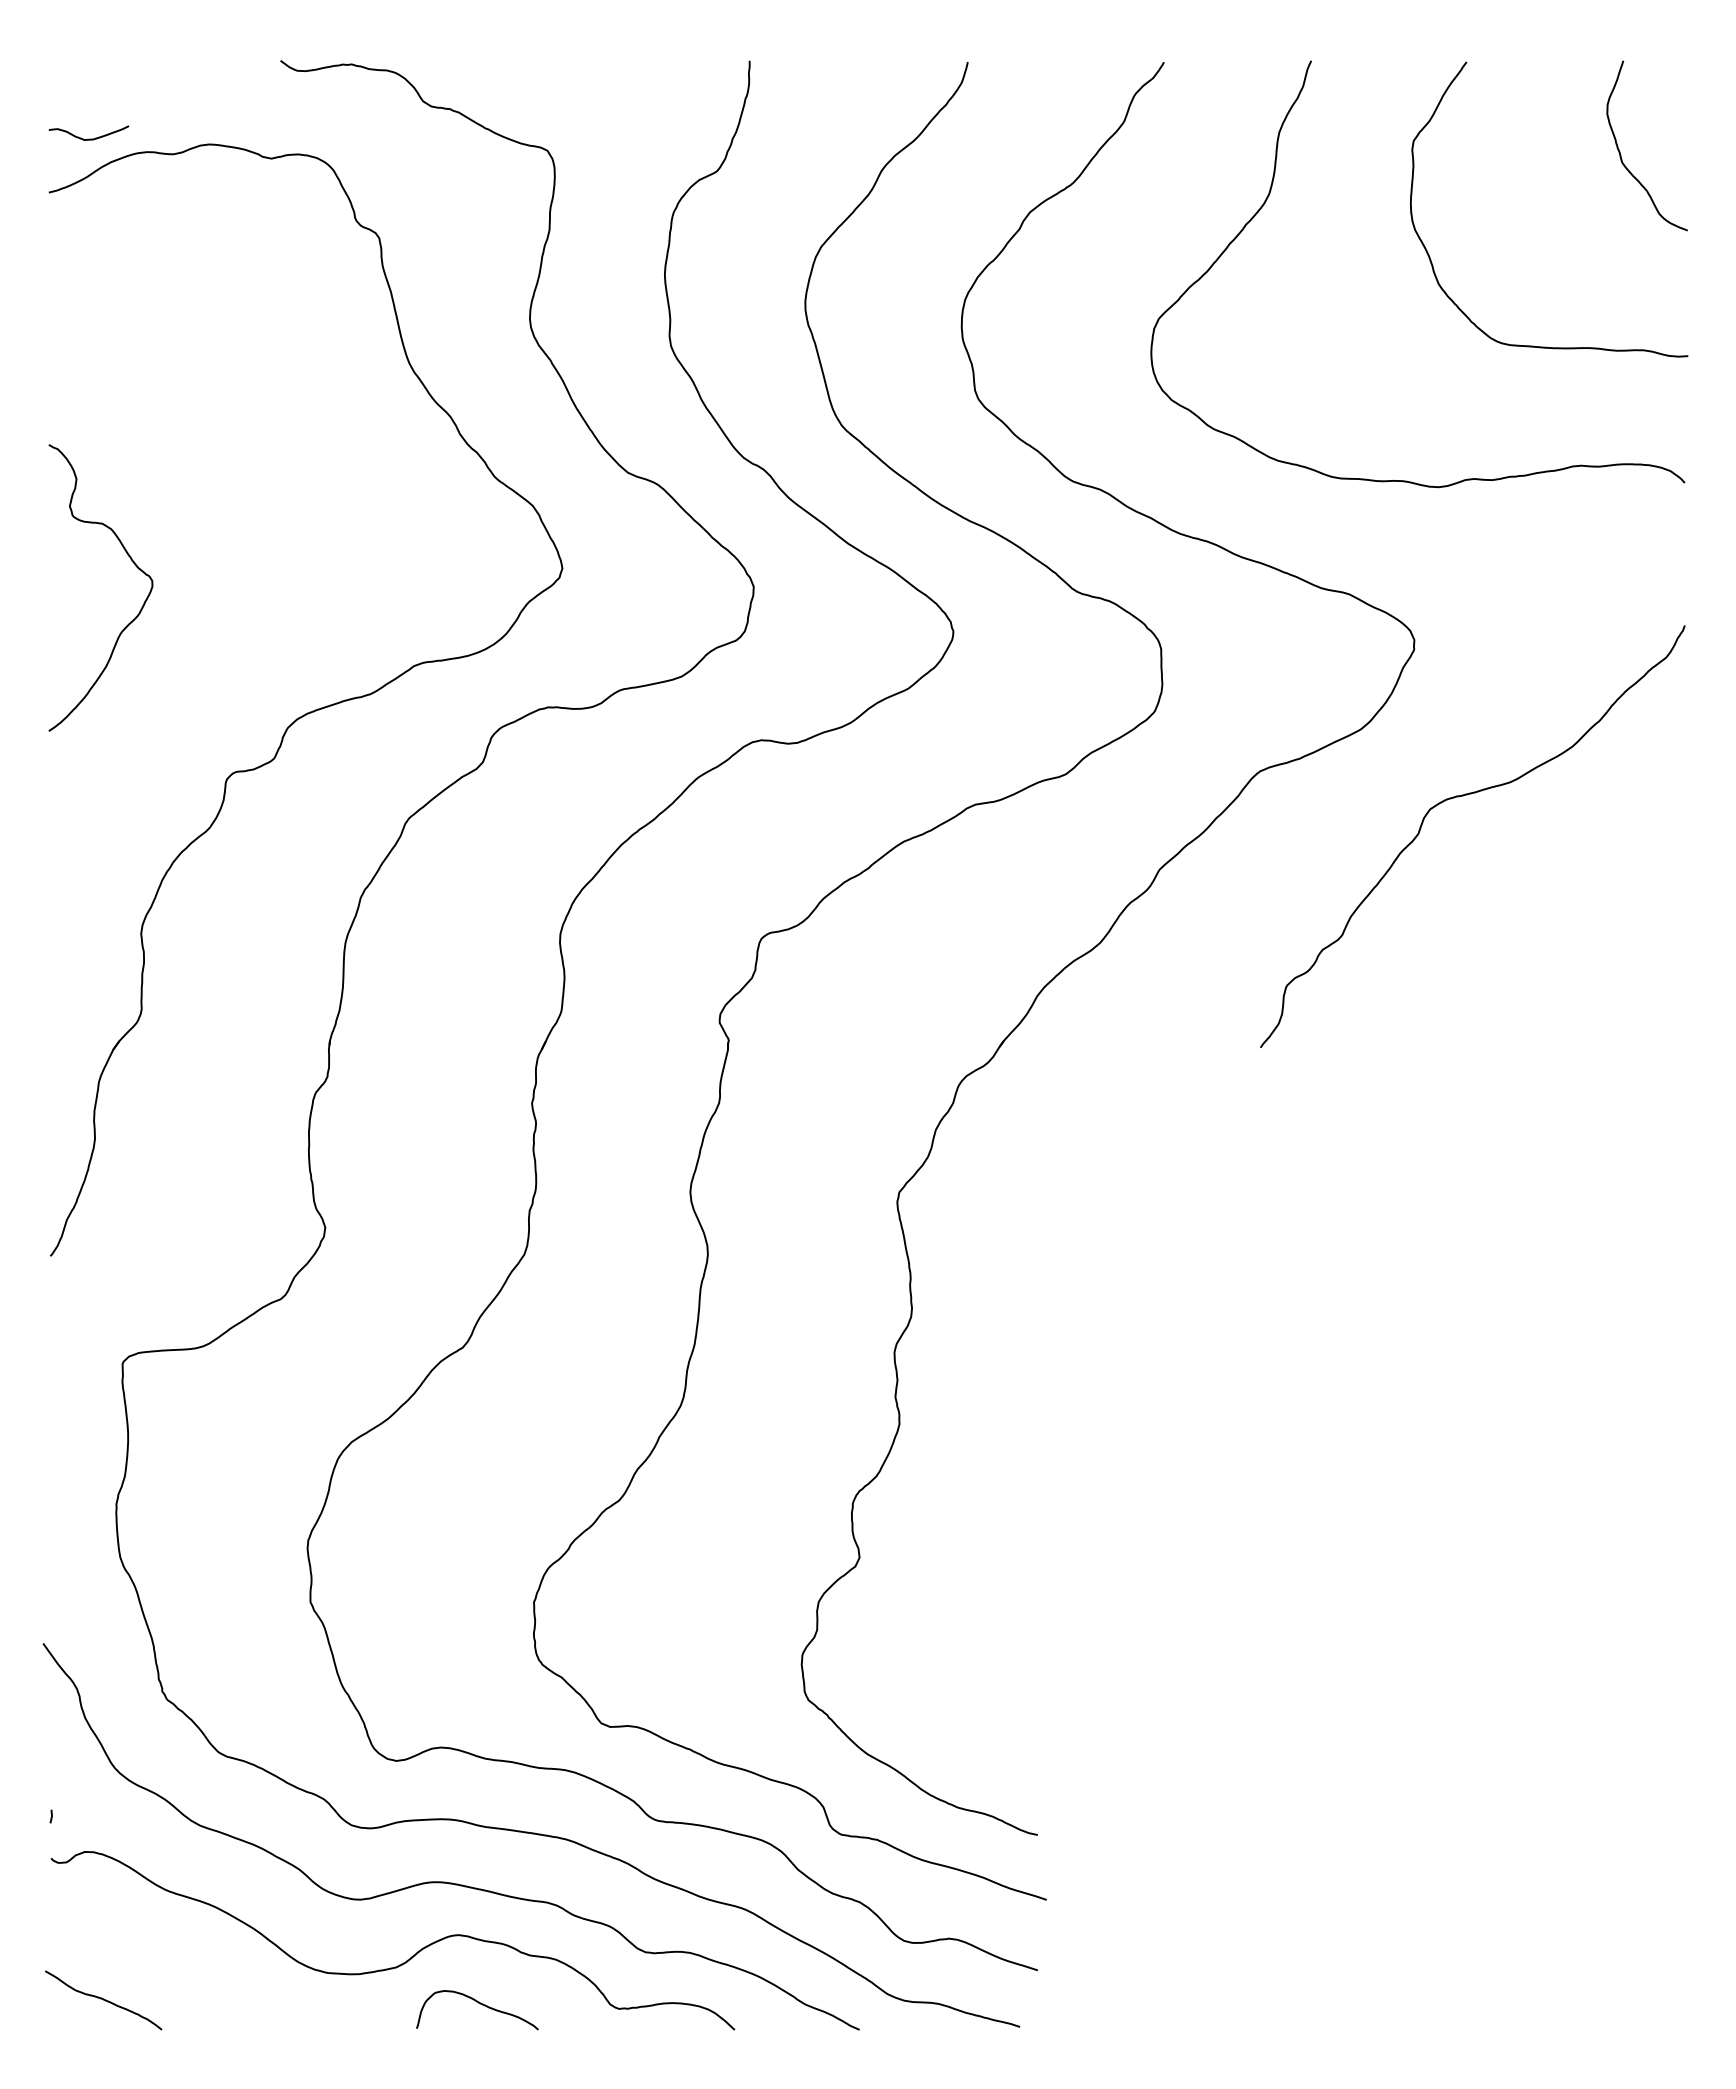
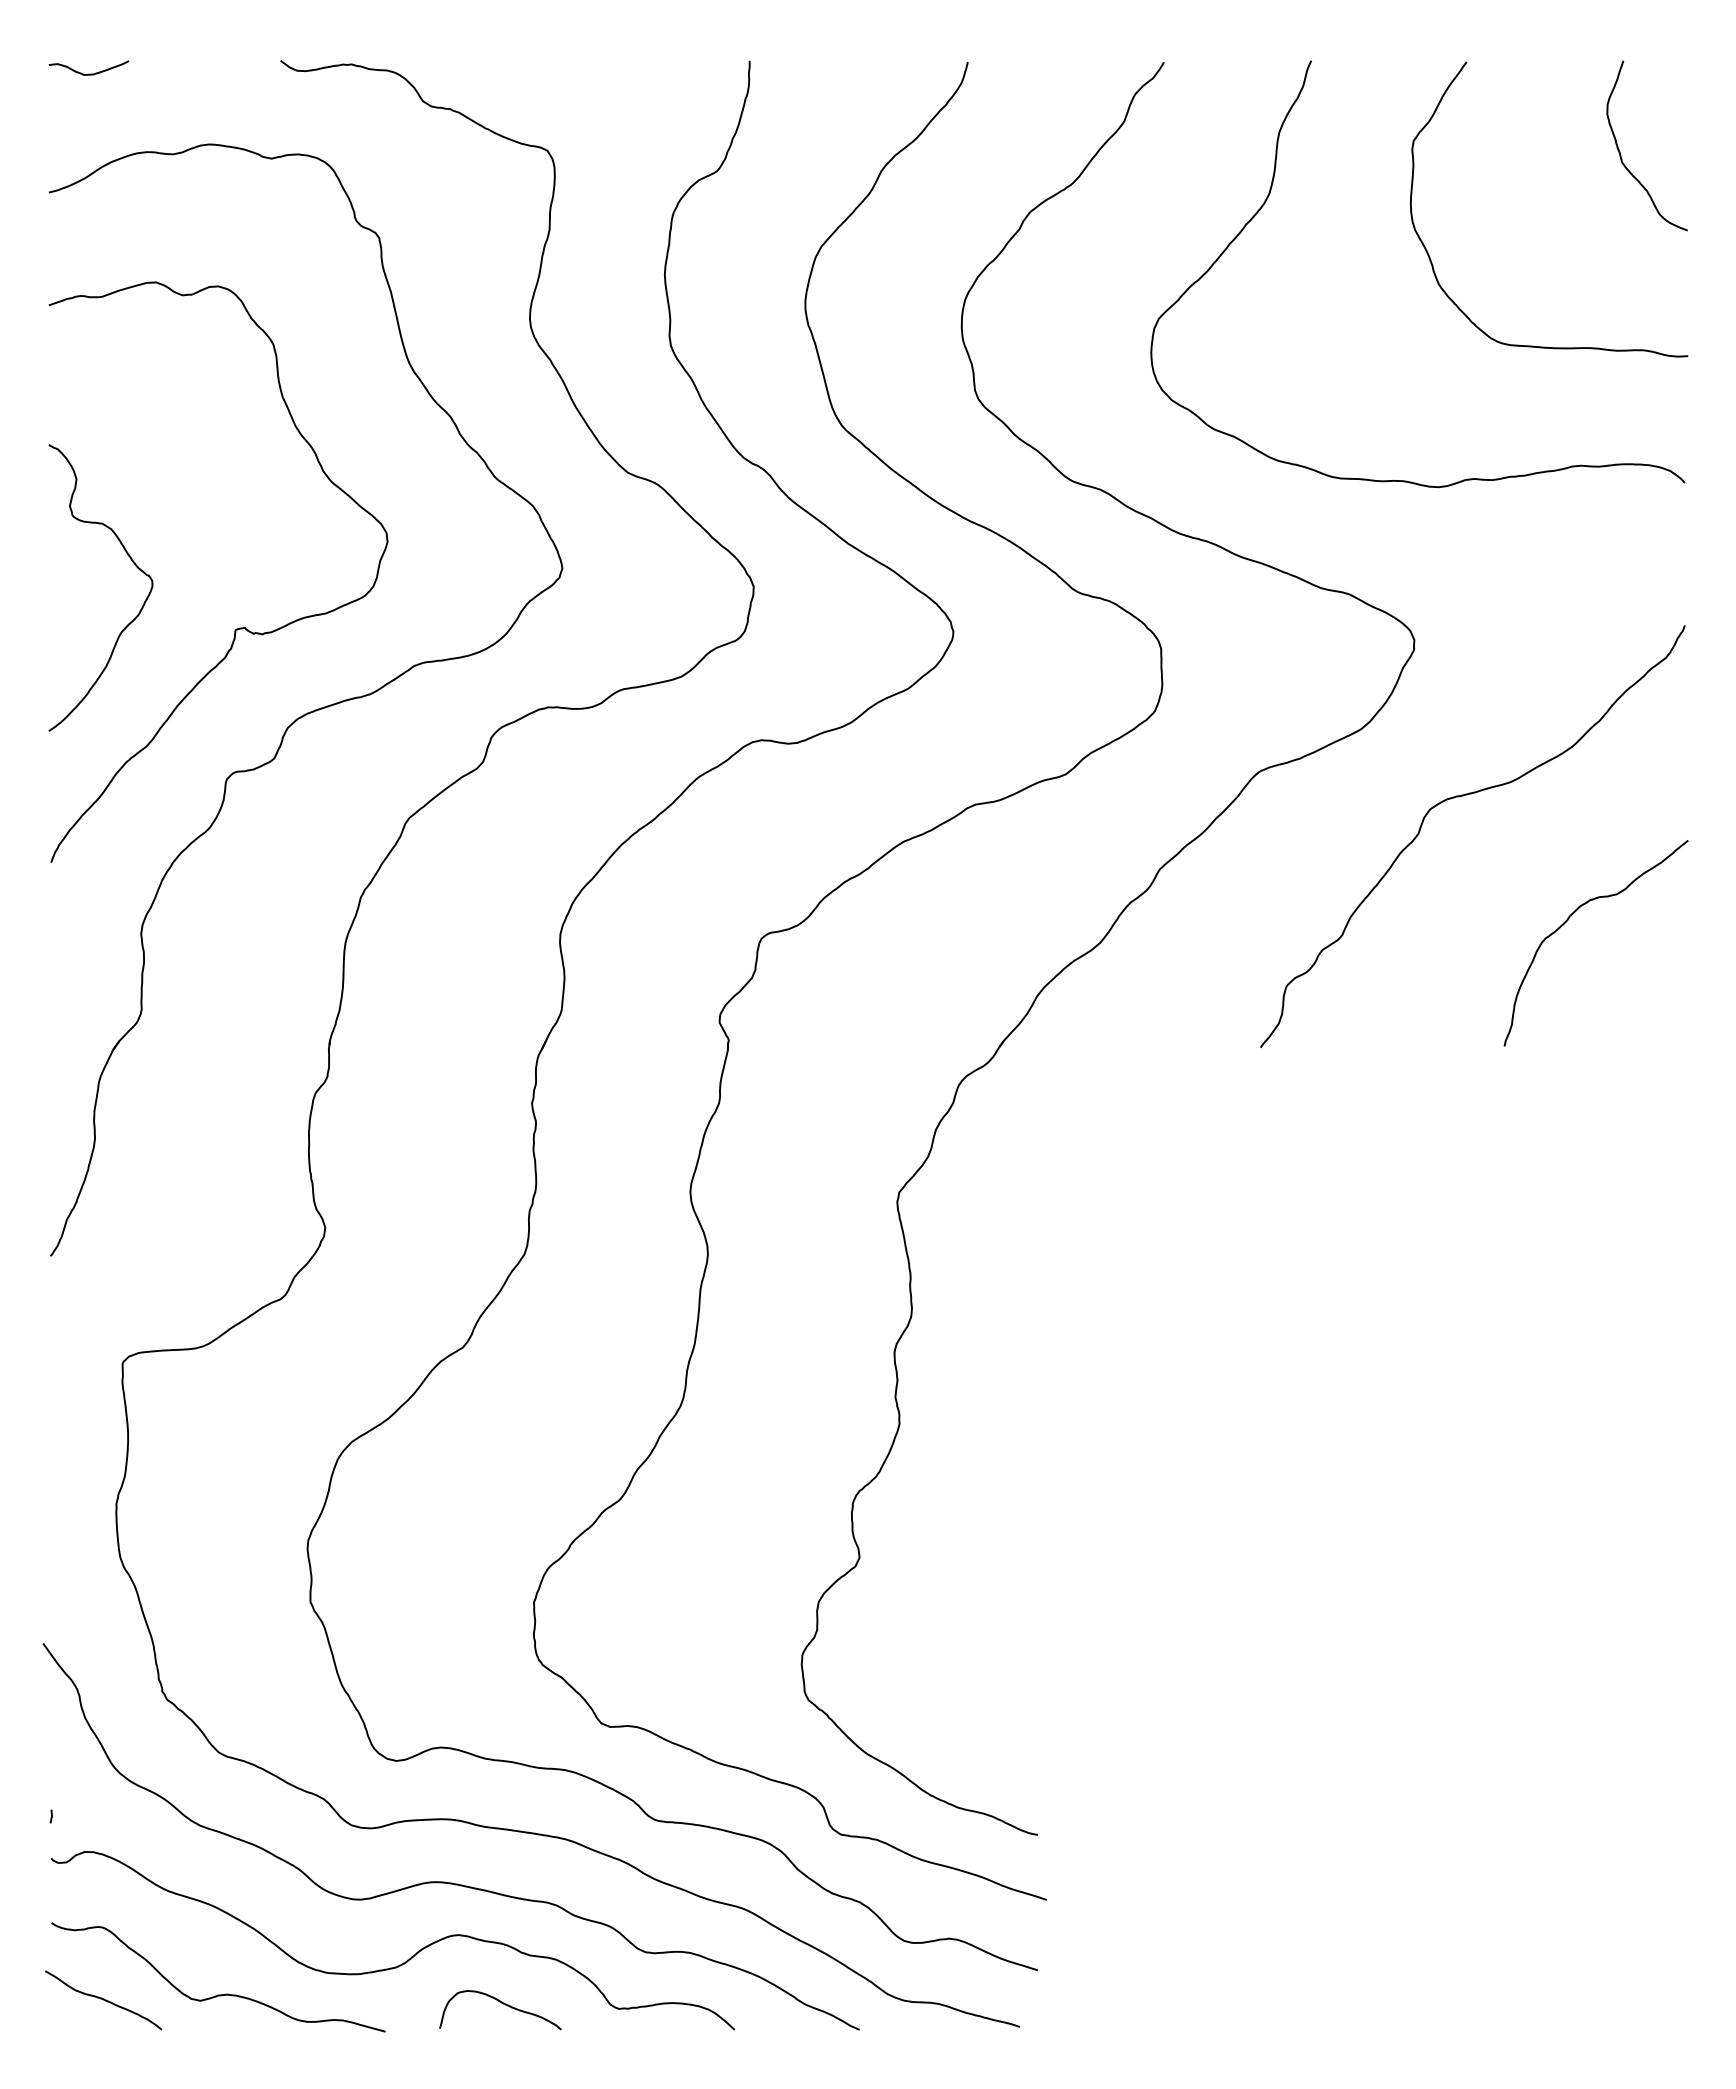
curve at (88, 138) position: (88, 138) -> (88, 73)
curve at (236, 628): none -> present
curve at (1568, 920): none -> present
curve at (218, 1994): none -> present
curve at (480, 2004) position: (480, 2004) -> (503, 2004)
